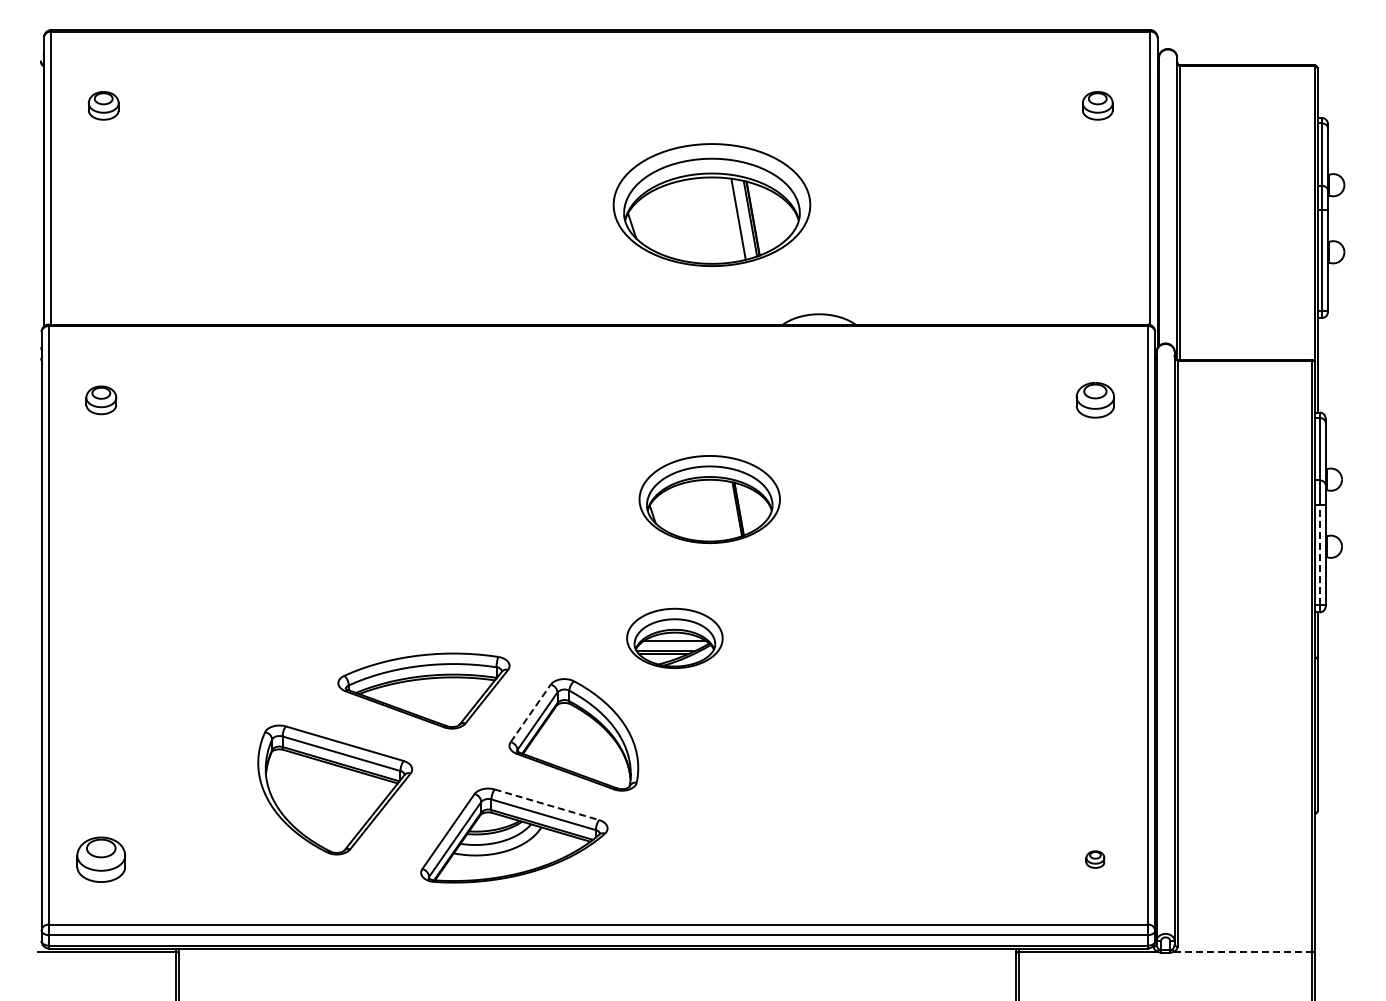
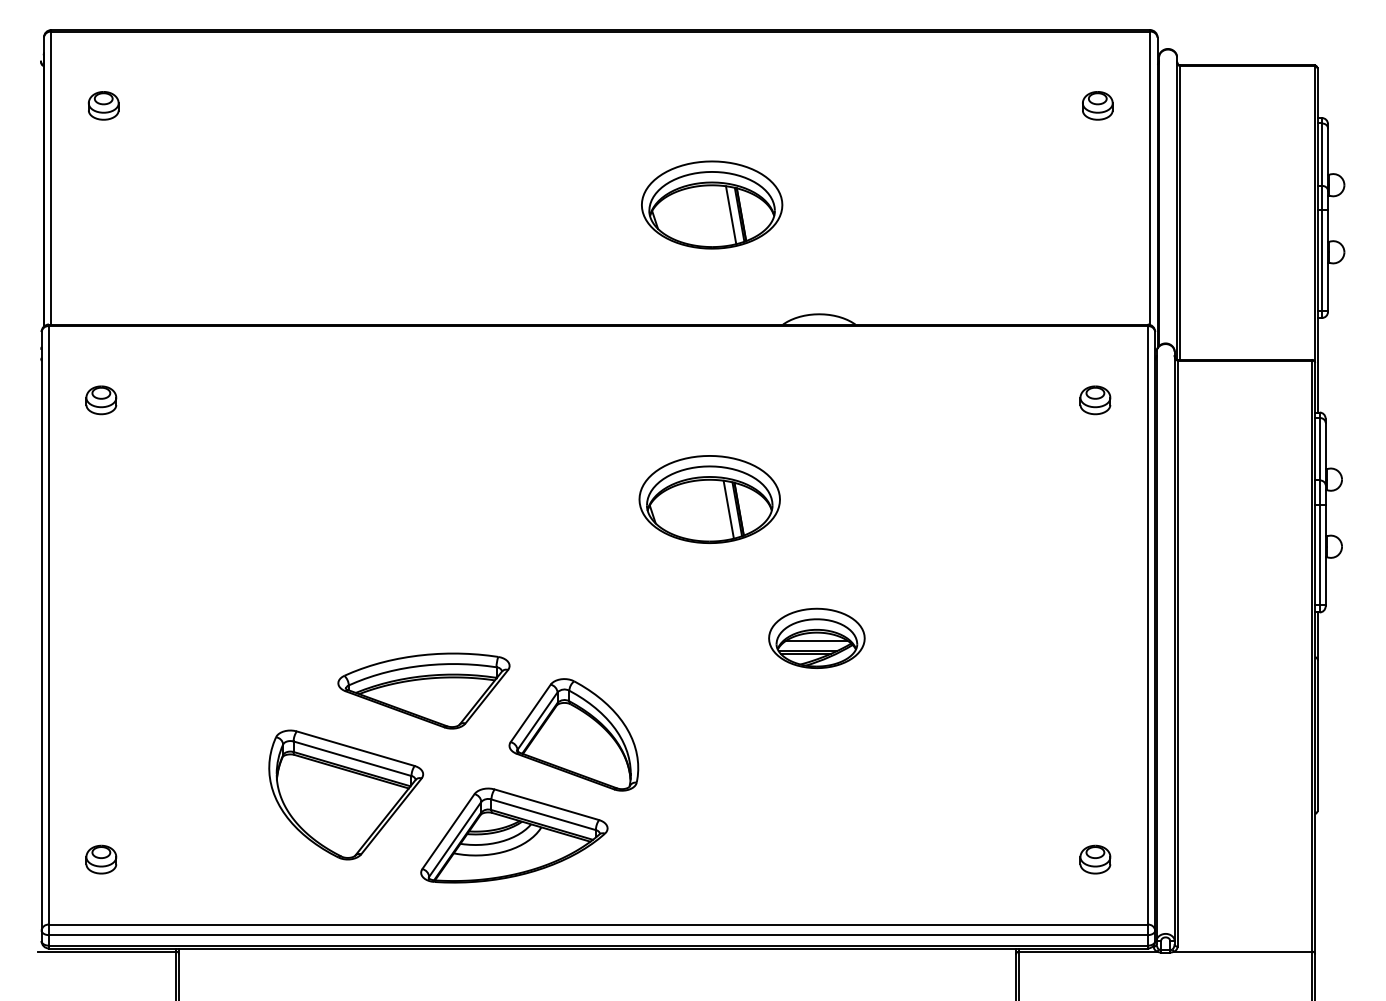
part at (711, 204) size: 200x124 px -> 143x90 px
part at (1094, 400) size: 40x37 px -> 33x31 px
line at (728, 509): none -> present
line at (1319, 554): dashed -> solid
part at (674, 637) position: (674, 637) -> (816, 637)
line at (531, 713): dashed -> solid
part at (335, 789) position: (335, 789) -> (346, 794)
line at (547, 804): dashed -> solid
part at (101, 859) size: 51x47 px -> 33x31 px
part at (1095, 859) size: 21x19 px -> 33x31 px
line at (1243, 951): dashed -> solid
